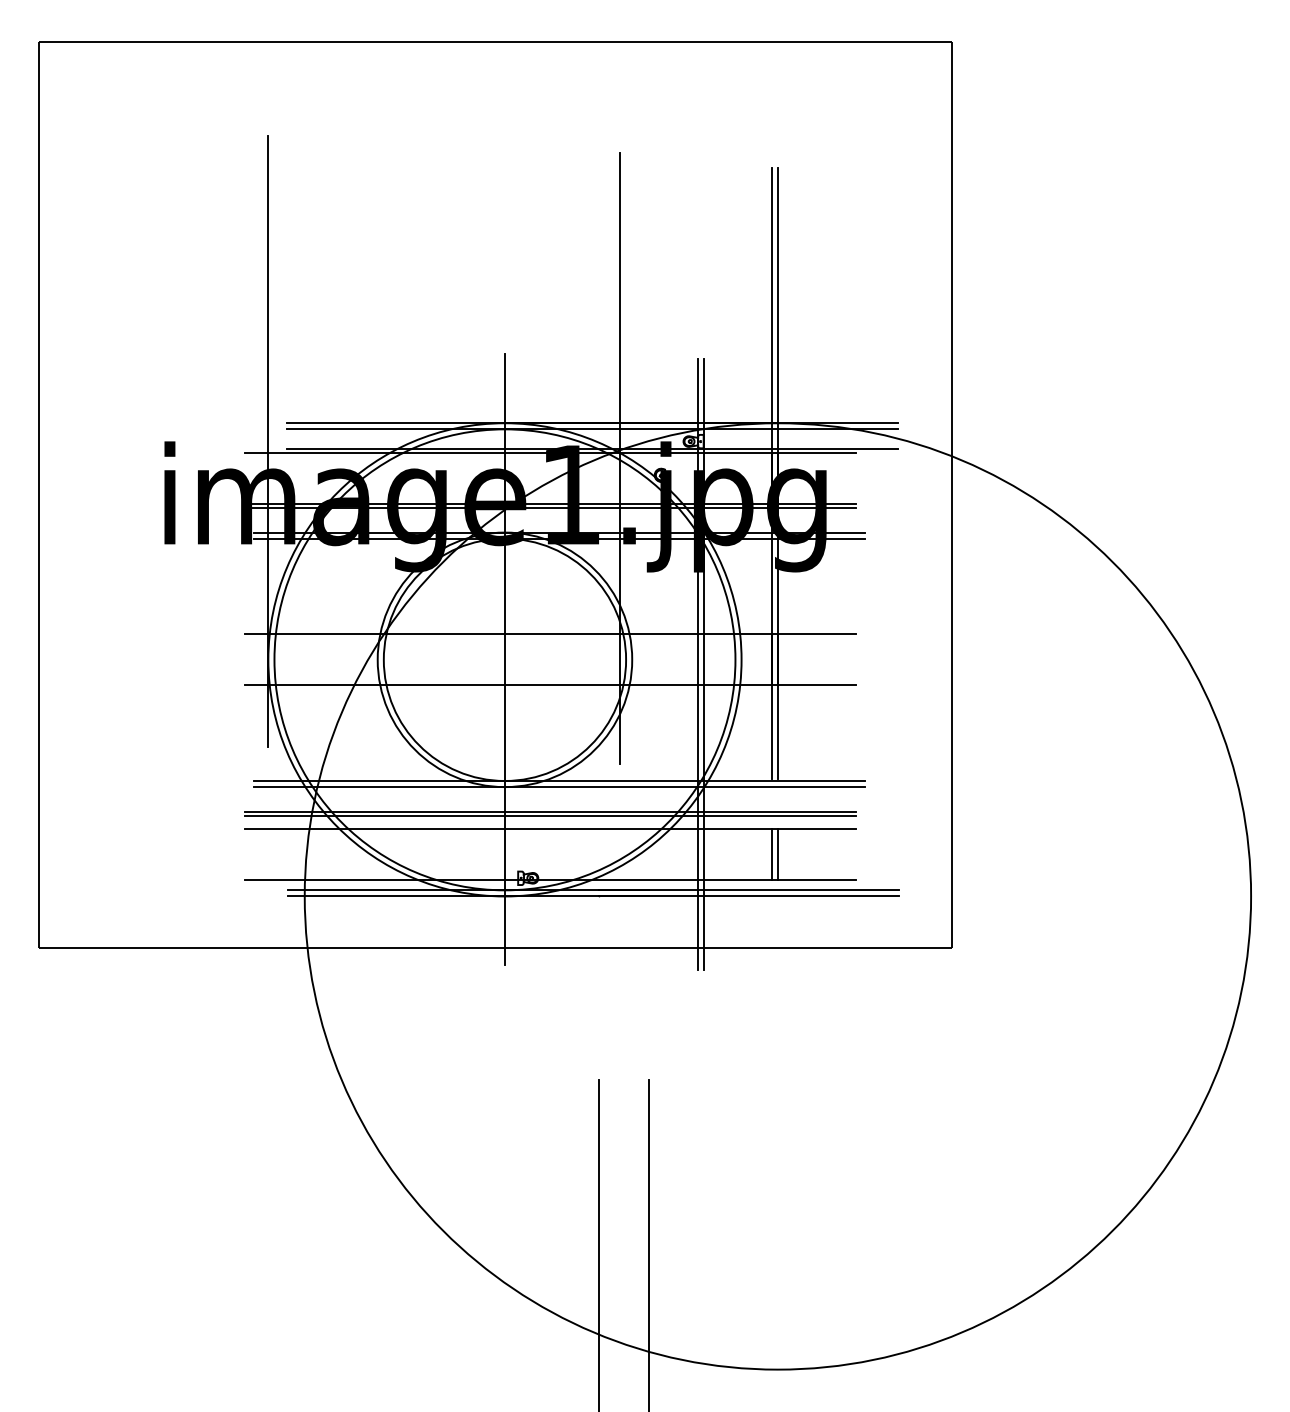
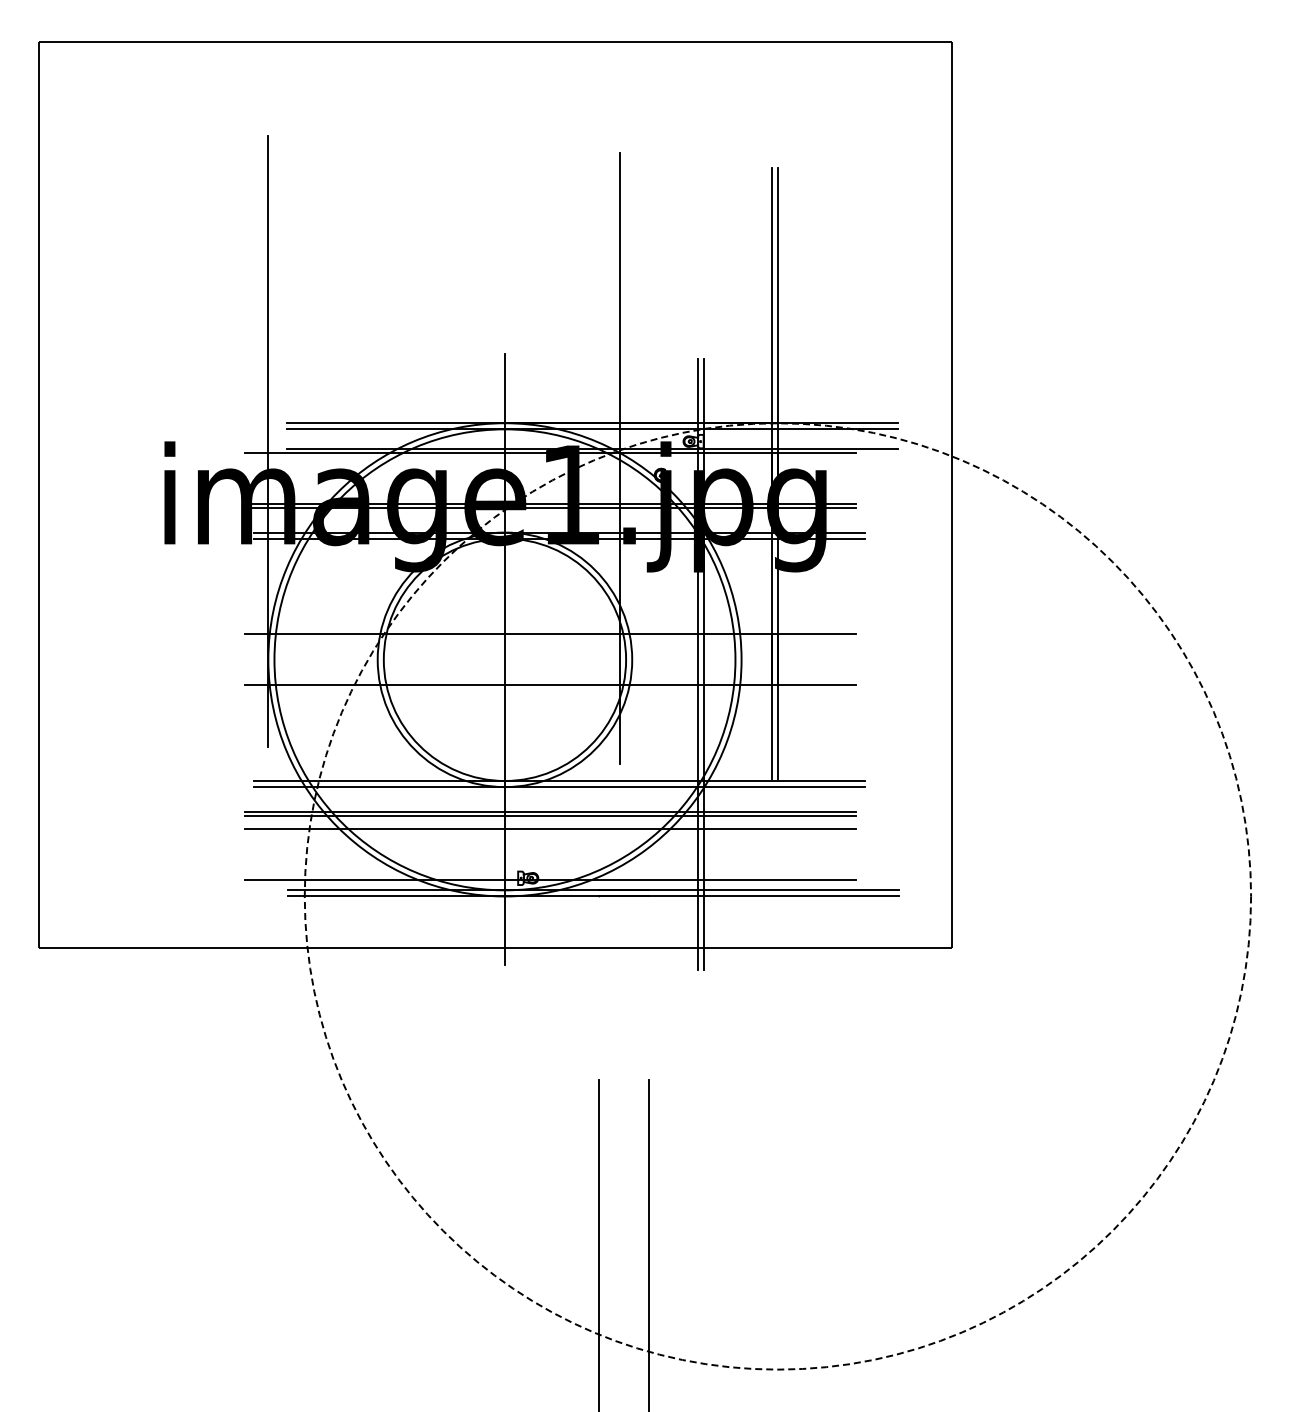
line at (771, 854): present -> none
line at (777, 854): present -> none
circle at (777, 896): solid -> dashed
